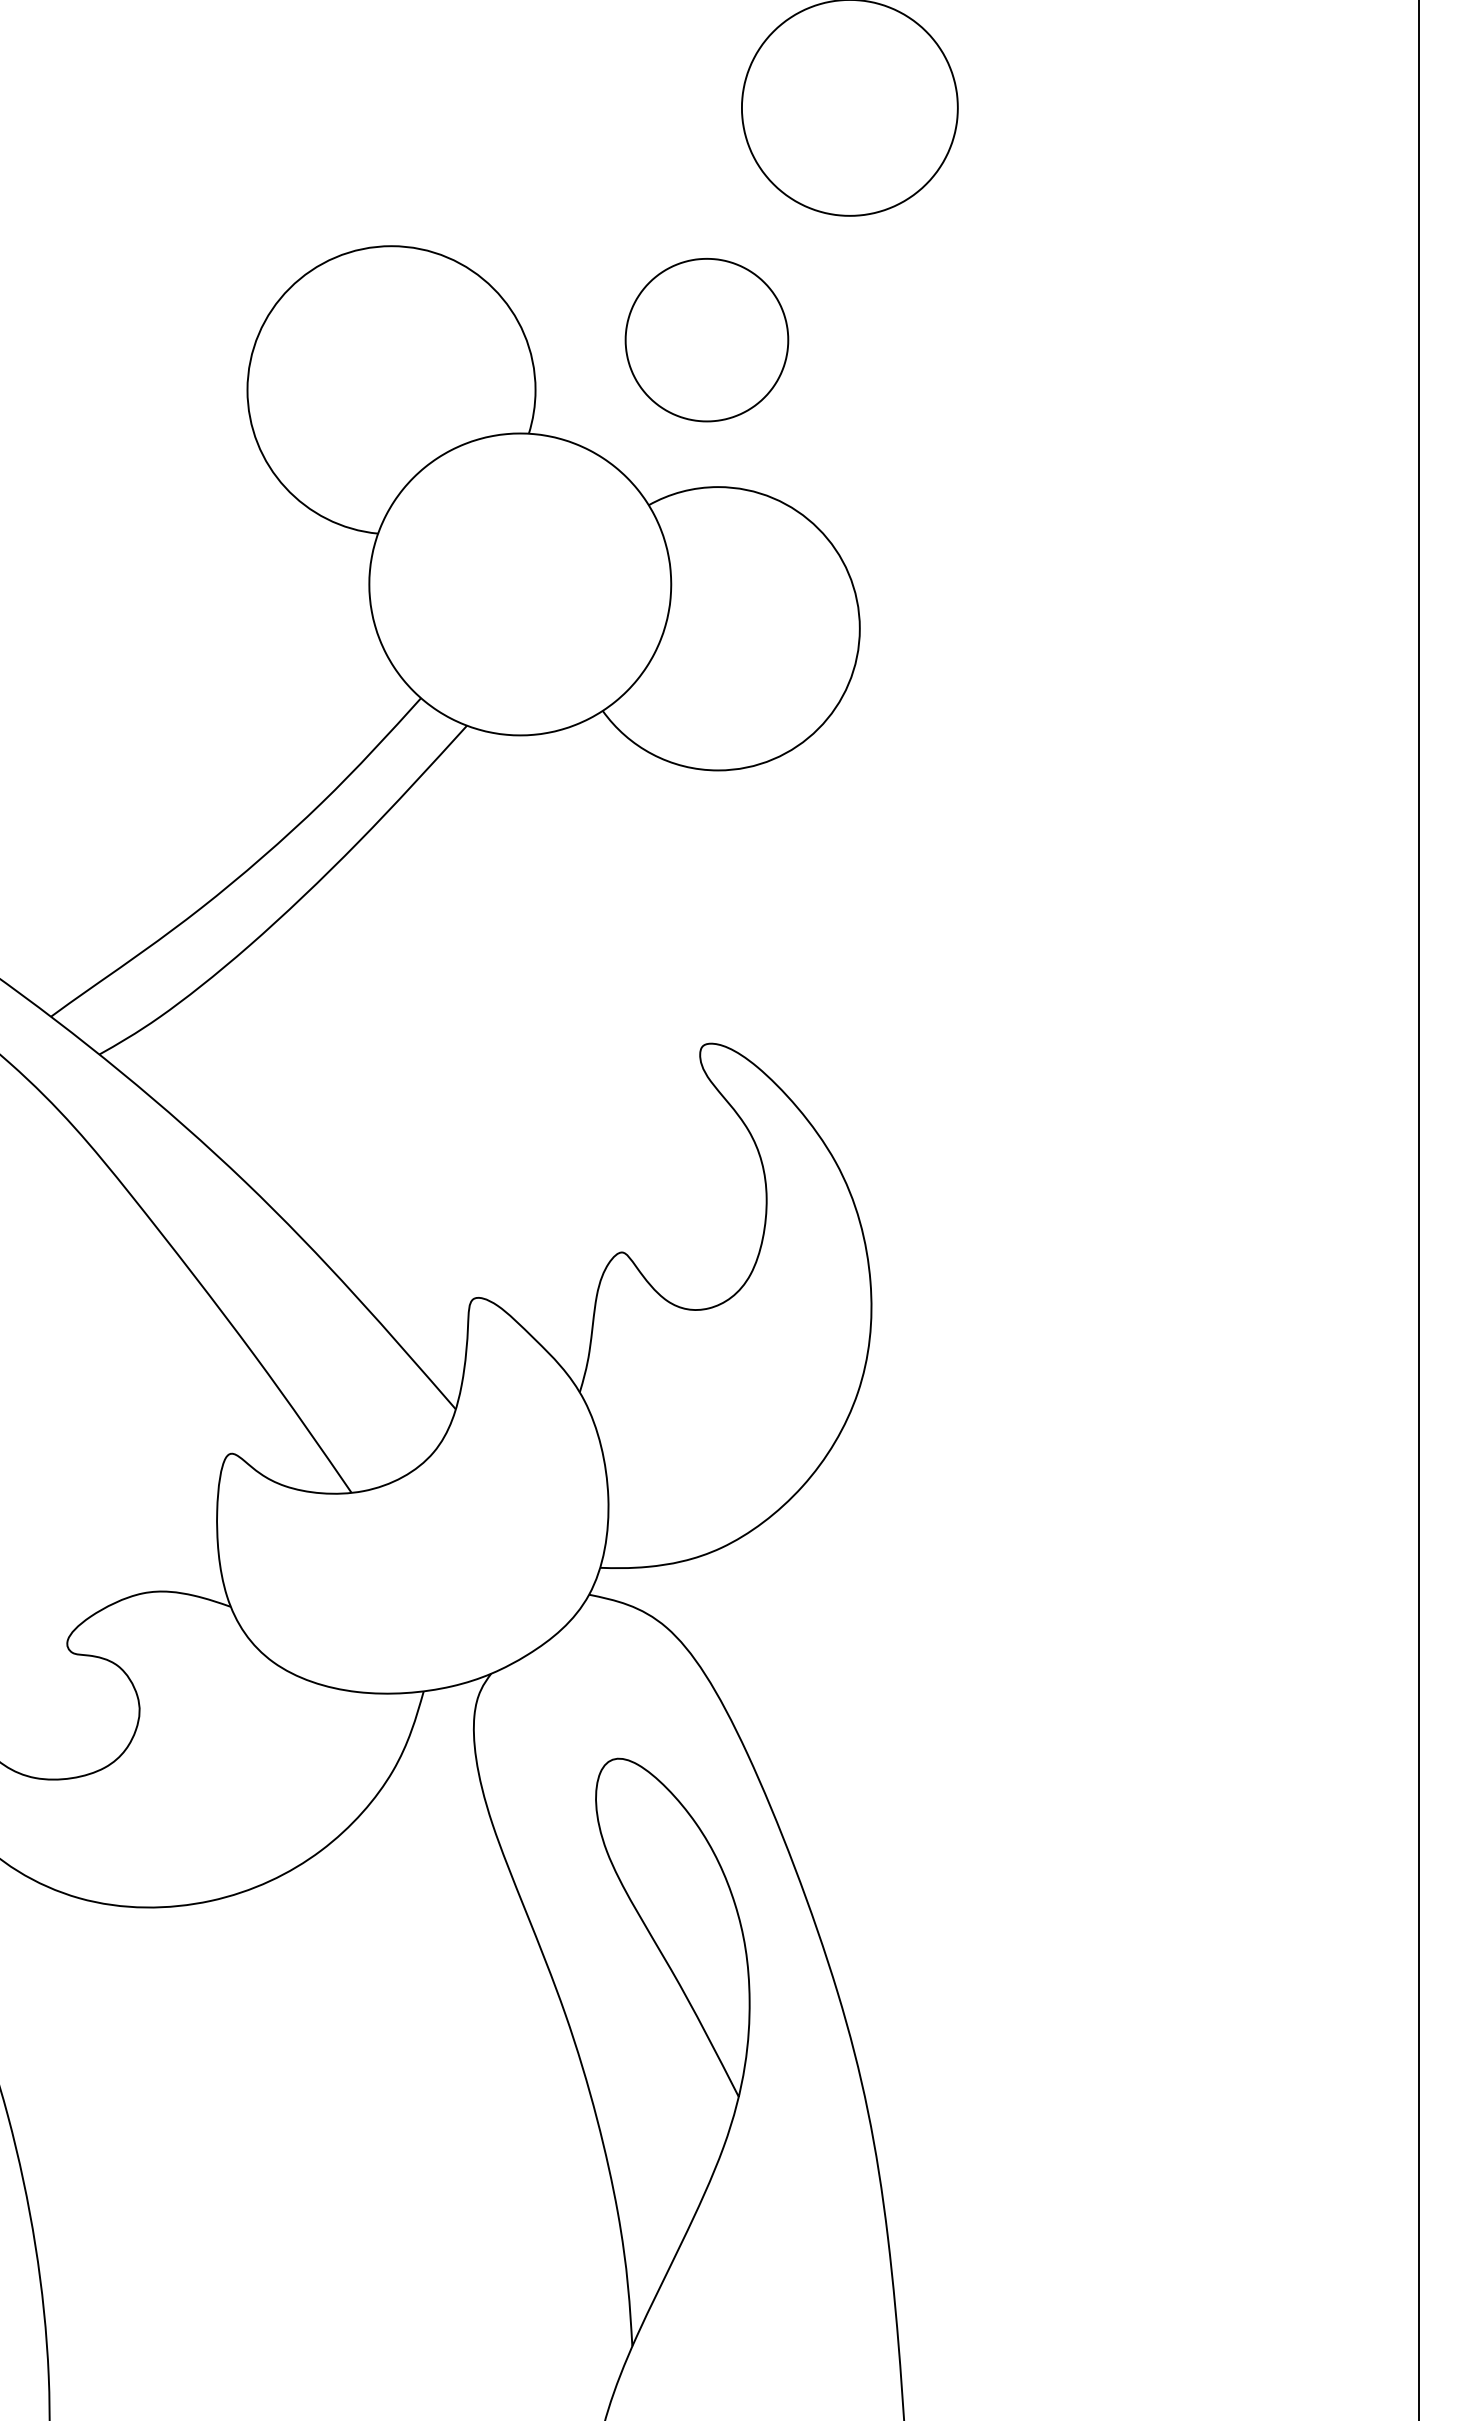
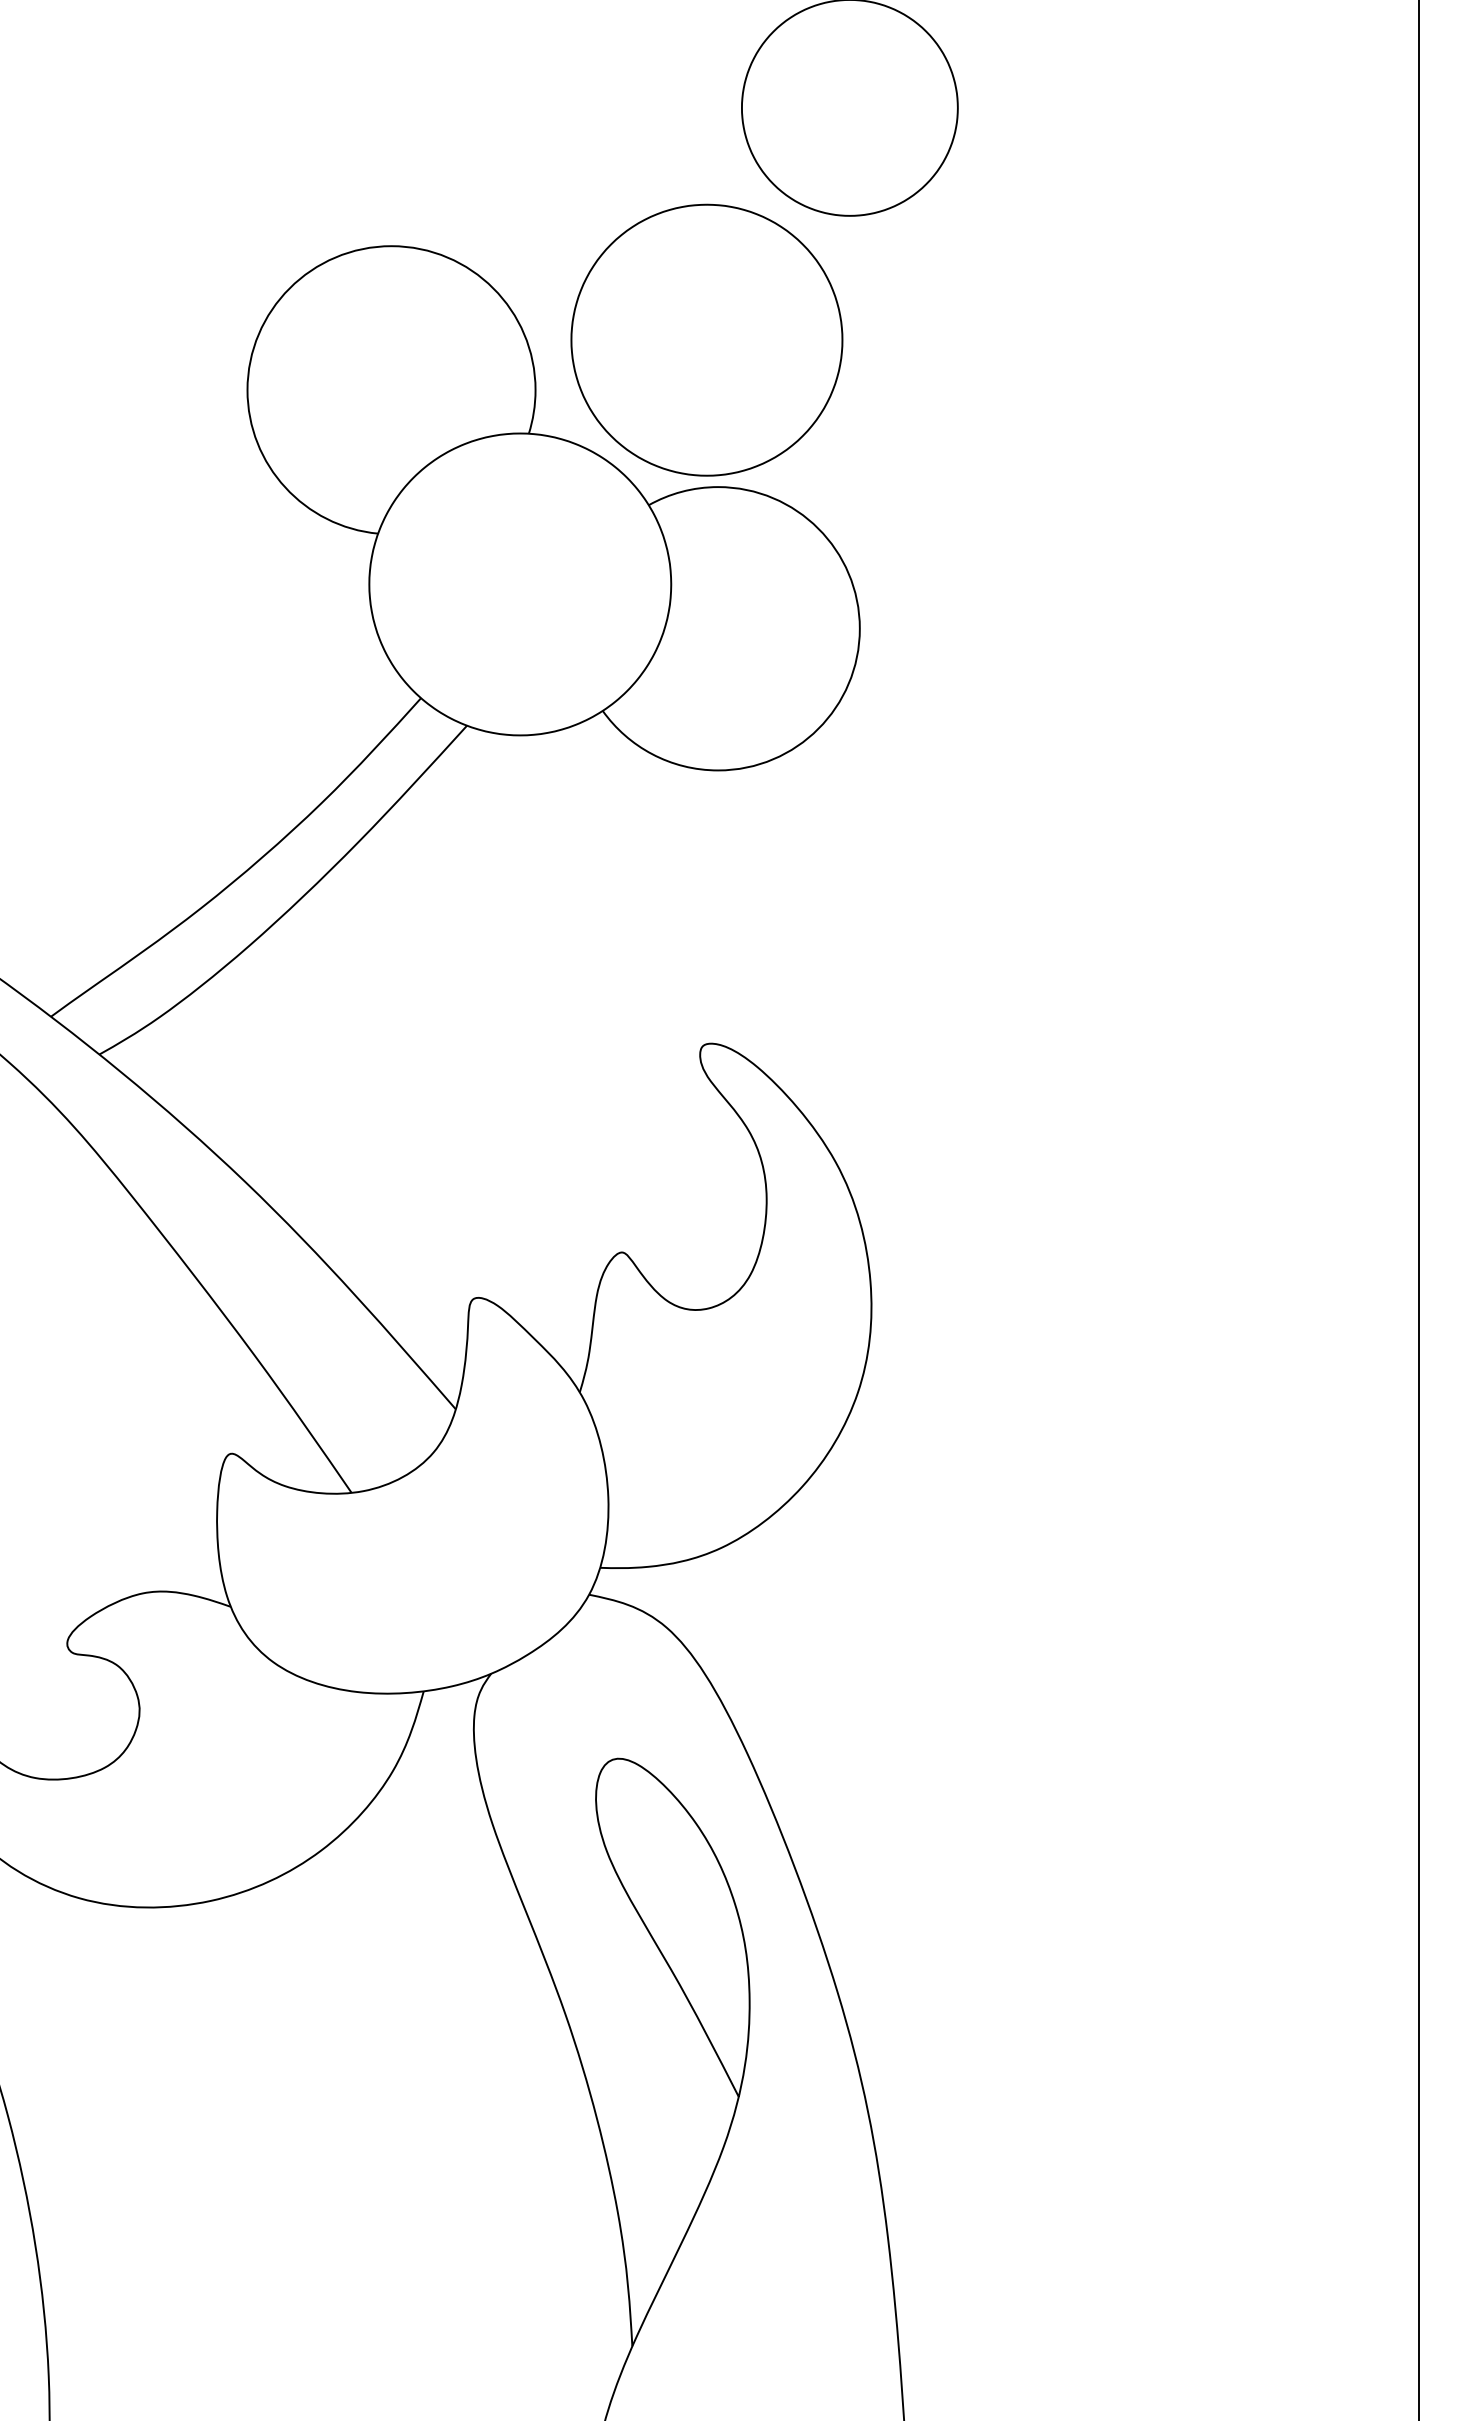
part at (706, 340) size: 166x165 px -> 274x274 px
